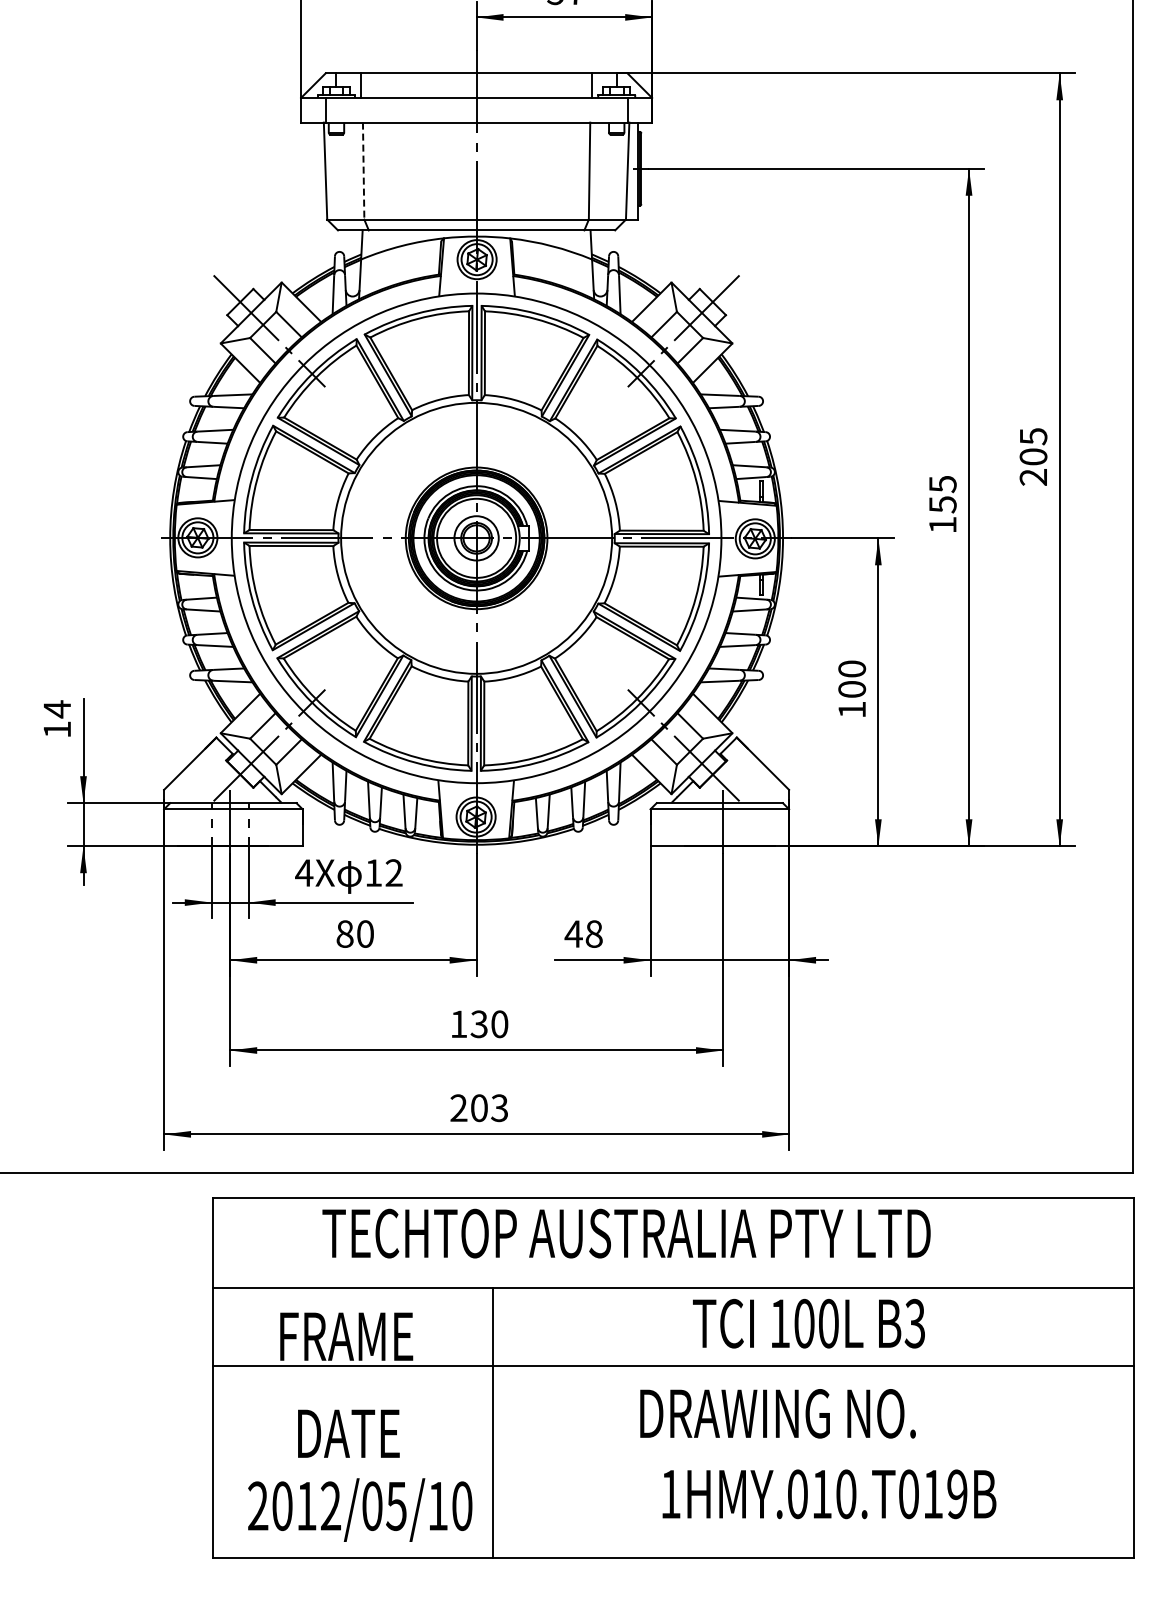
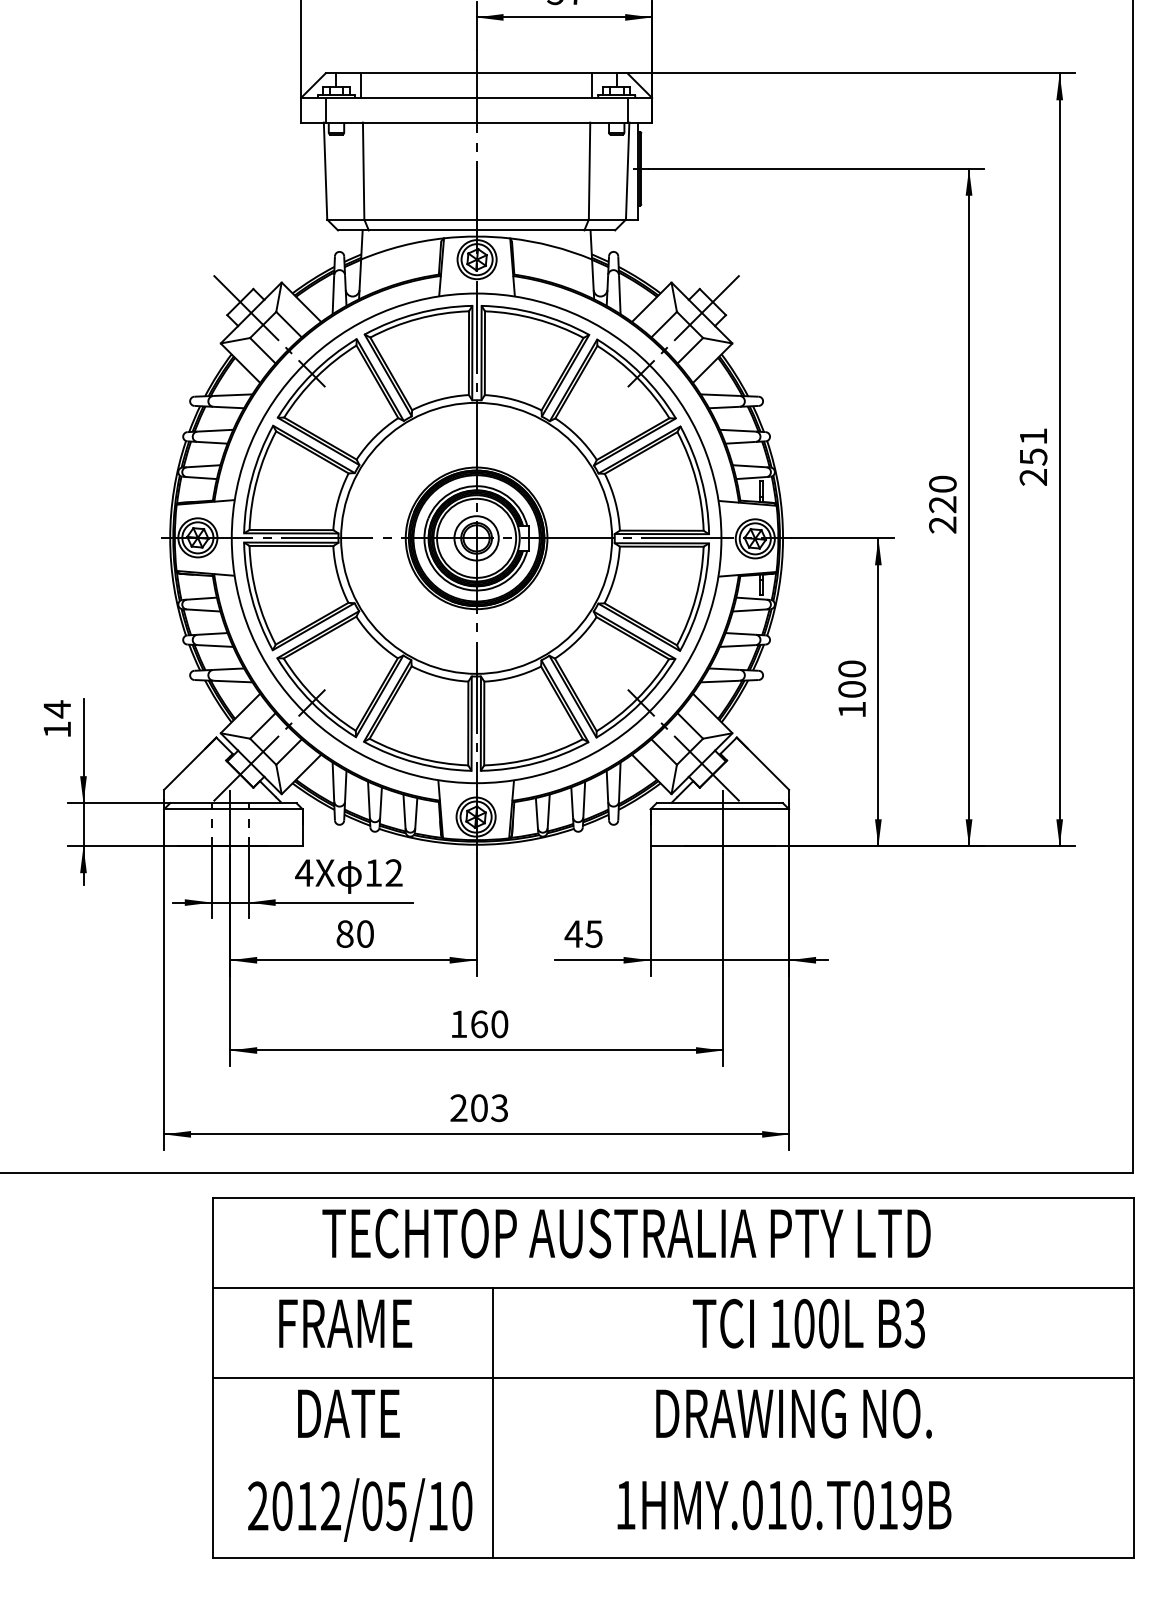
line at (363, 171): dashed -> solid
text at (1033, 446): 205 -> 251
text at (942, 504): 155 -> 220
text at (593, 933): 48 -> 45
text at (479, 1024): 130 -> 160
text at (346, 1336) position: (346, 1336) -> (345, 1323)
line at (673, 1365) position: (673, 1365) -> (673, 1377)
text at (777, 1413) position: (777, 1413) -> (793, 1413)
text at (348, 1433) position: (348, 1433) -> (348, 1413)
text at (829, 1494) position: (829, 1494) -> (784, 1505)
